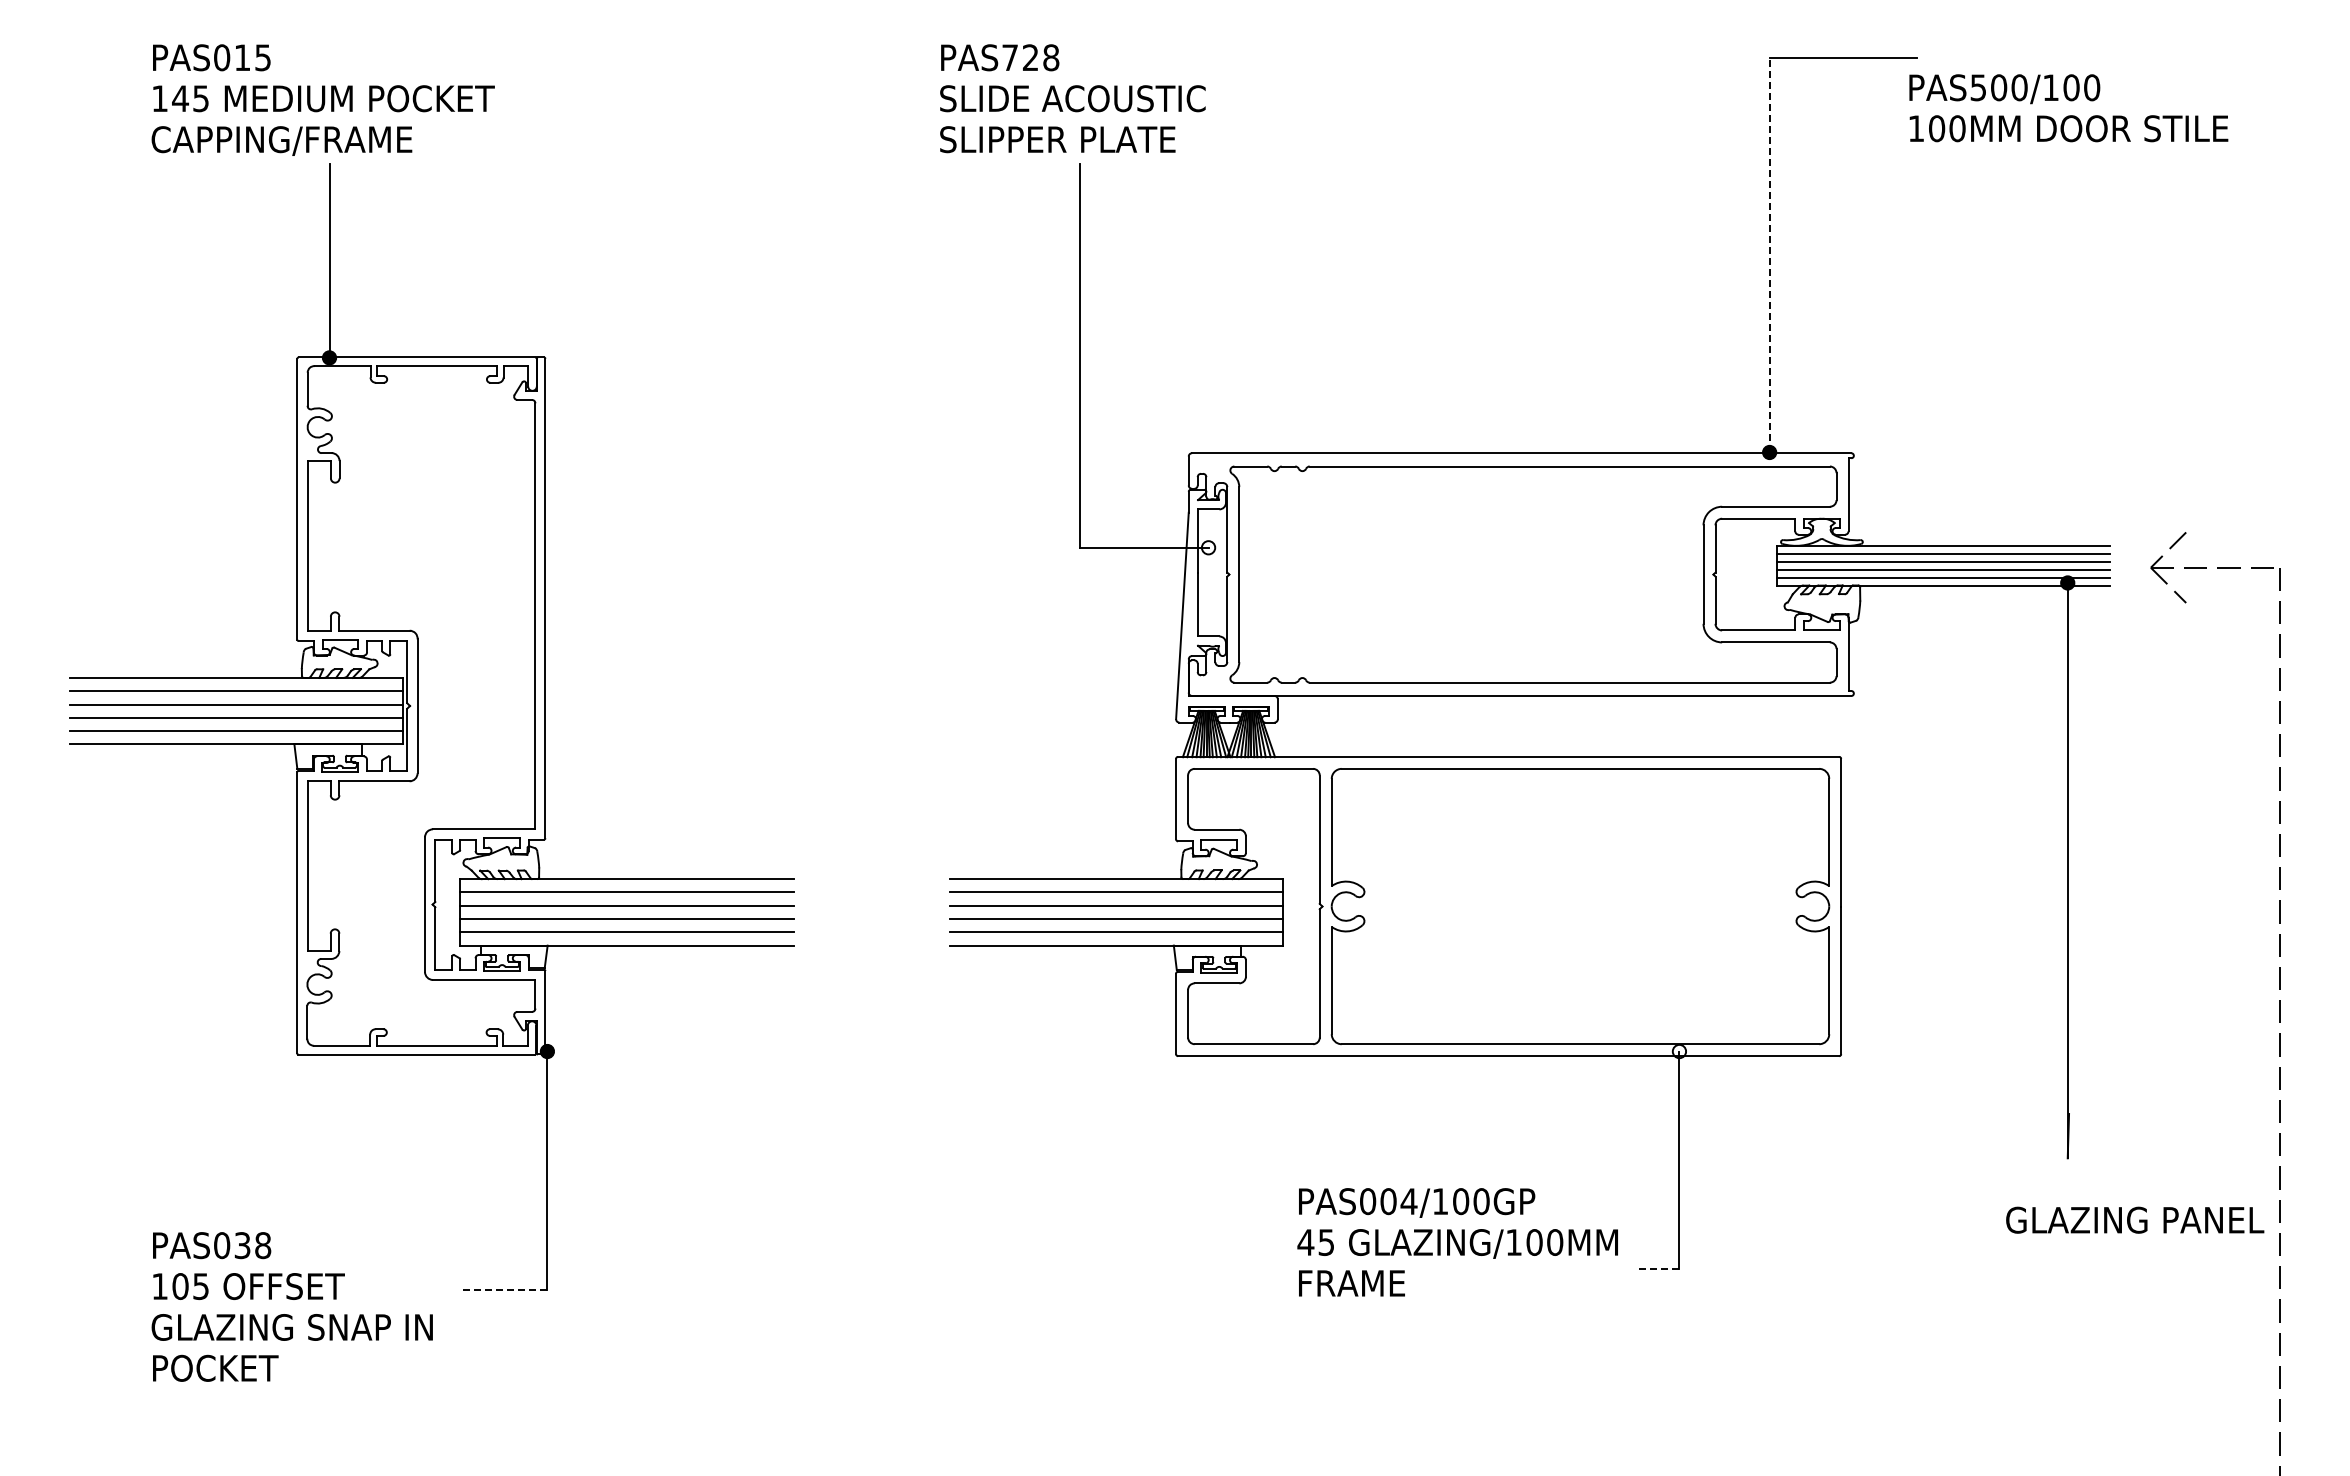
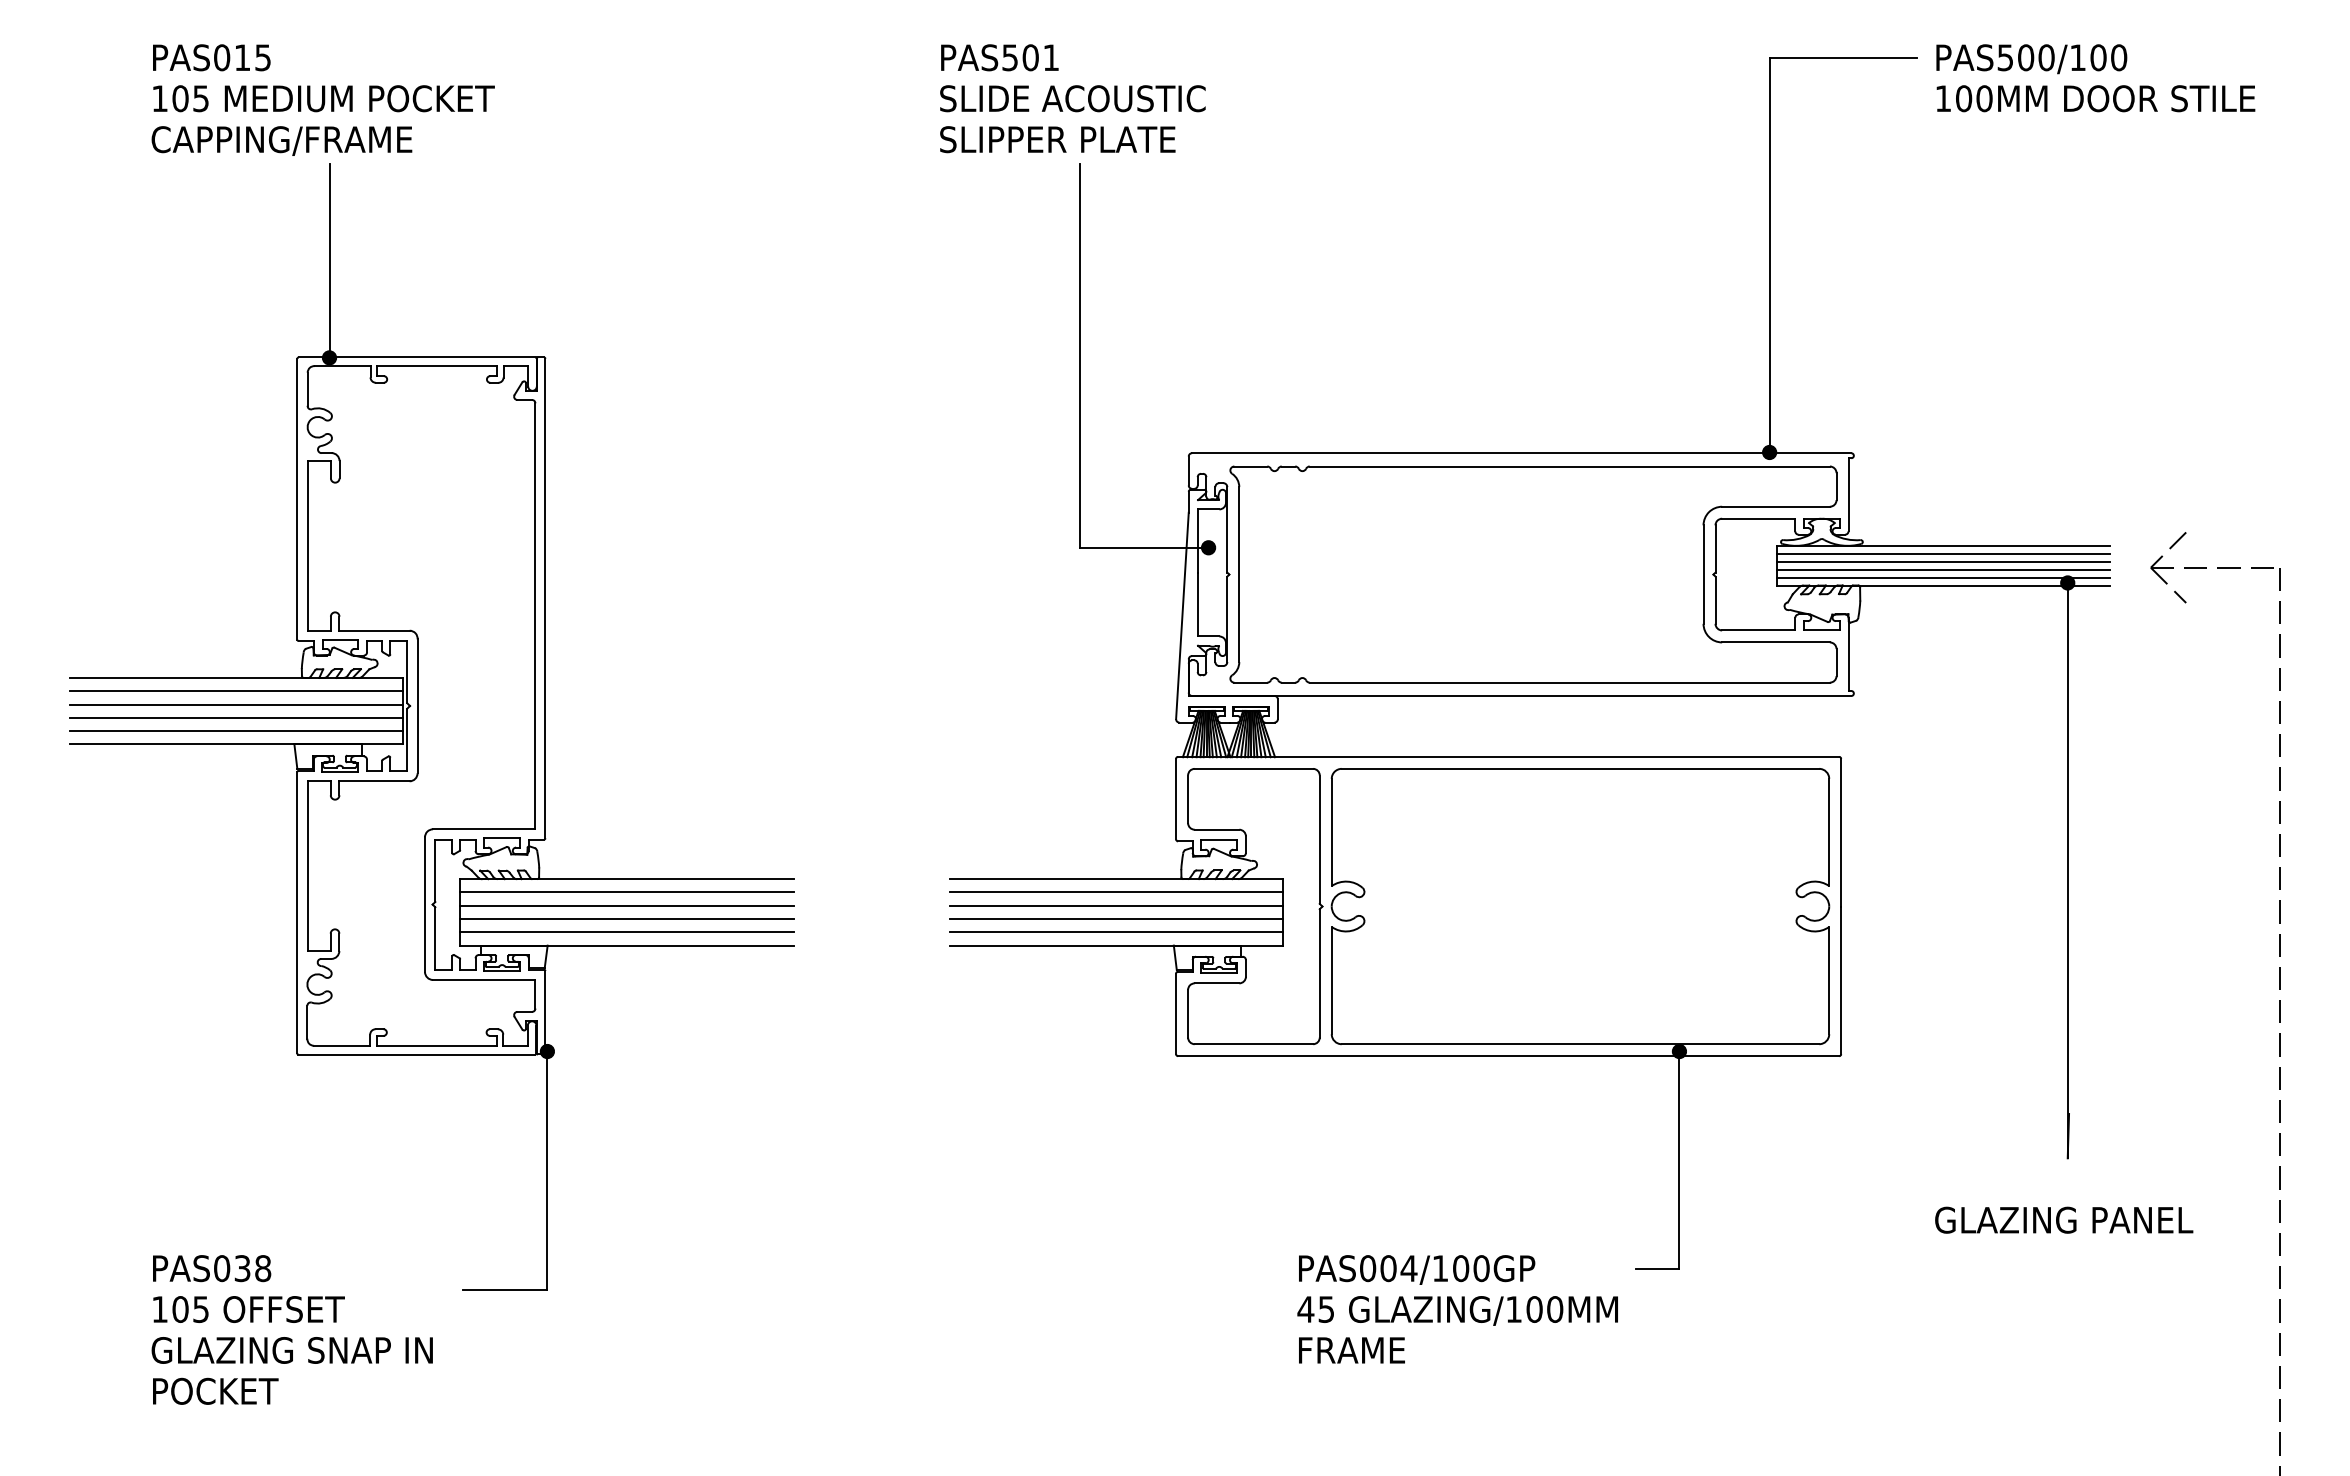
text at (1030, 57): PAS728 -> PAS501
text at (180, 98): 145 -> 105
text at (2068, 108) position: (2068, 108) -> (2095, 78)
line at (1769, 254): dashed -> solid
fill at (1208, 547): none -> present
fill at (1679, 1051): none -> present
text at (2135, 1219) position: (2135, 1219) -> (2064, 1219)
text at (1457, 1242) position: (1457, 1242) -> (1457, 1309)
line at (1657, 1268): dashed -> solid
line at (505, 1289): dashed -> solid
text at (291, 1306) position: (291, 1306) -> (291, 1329)
